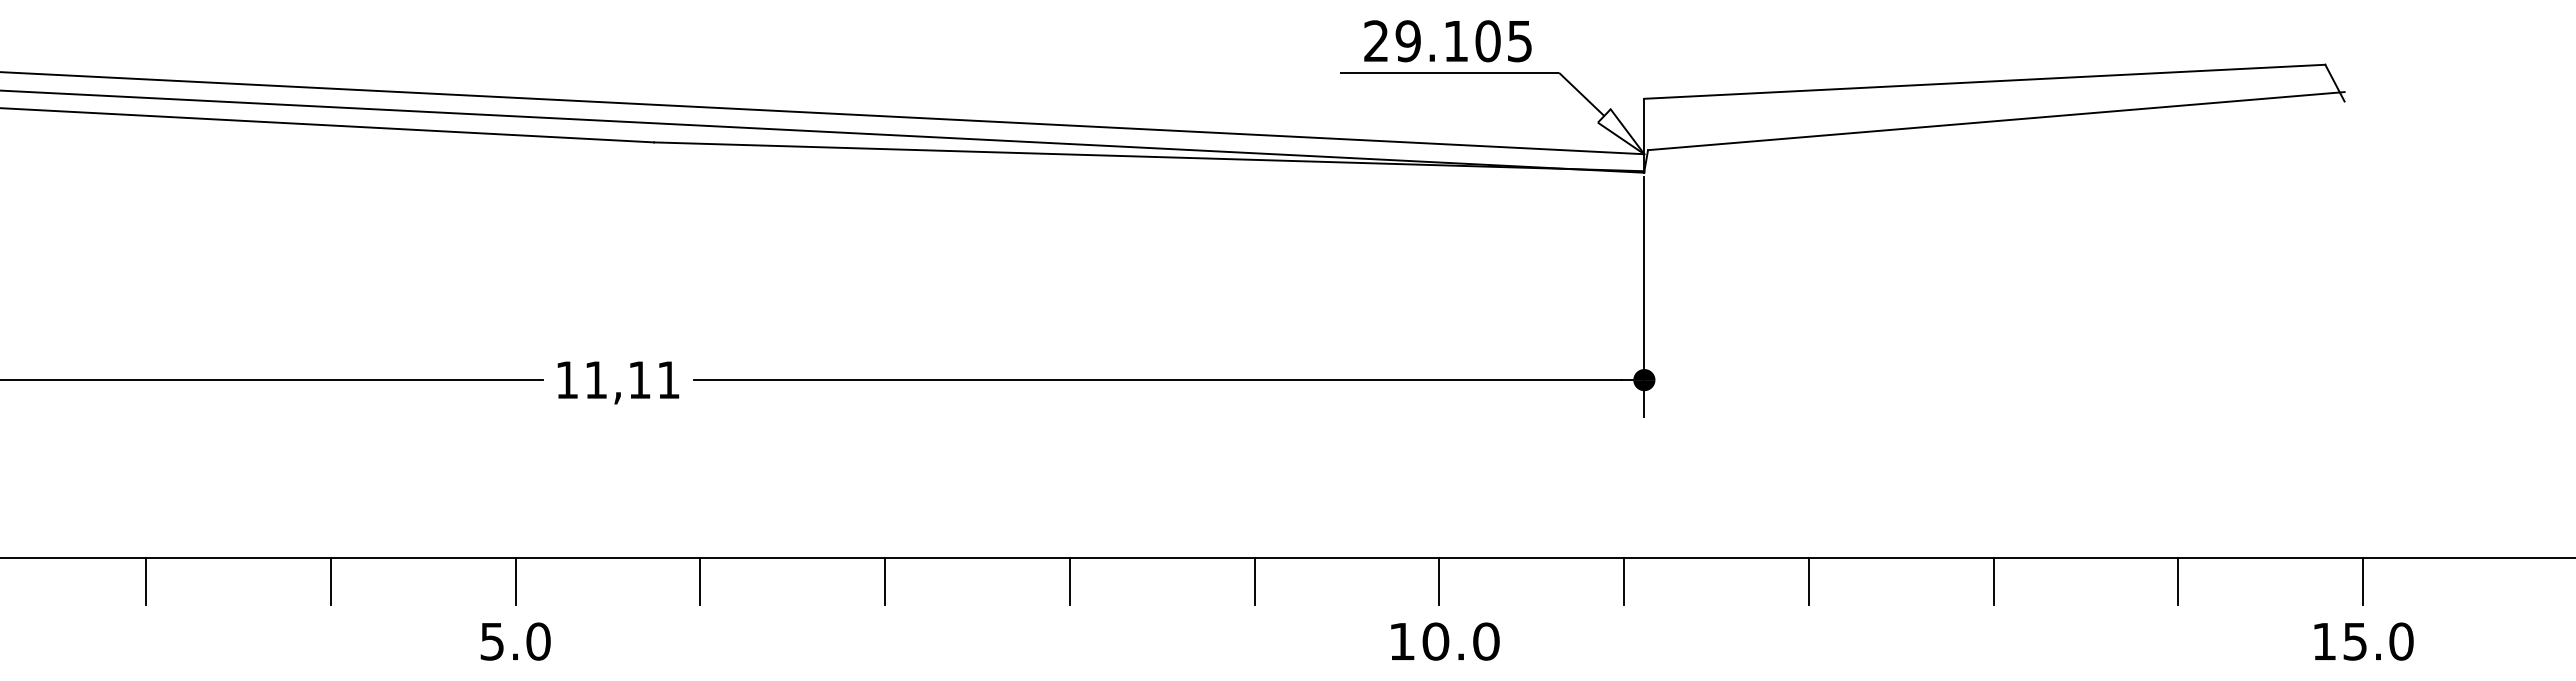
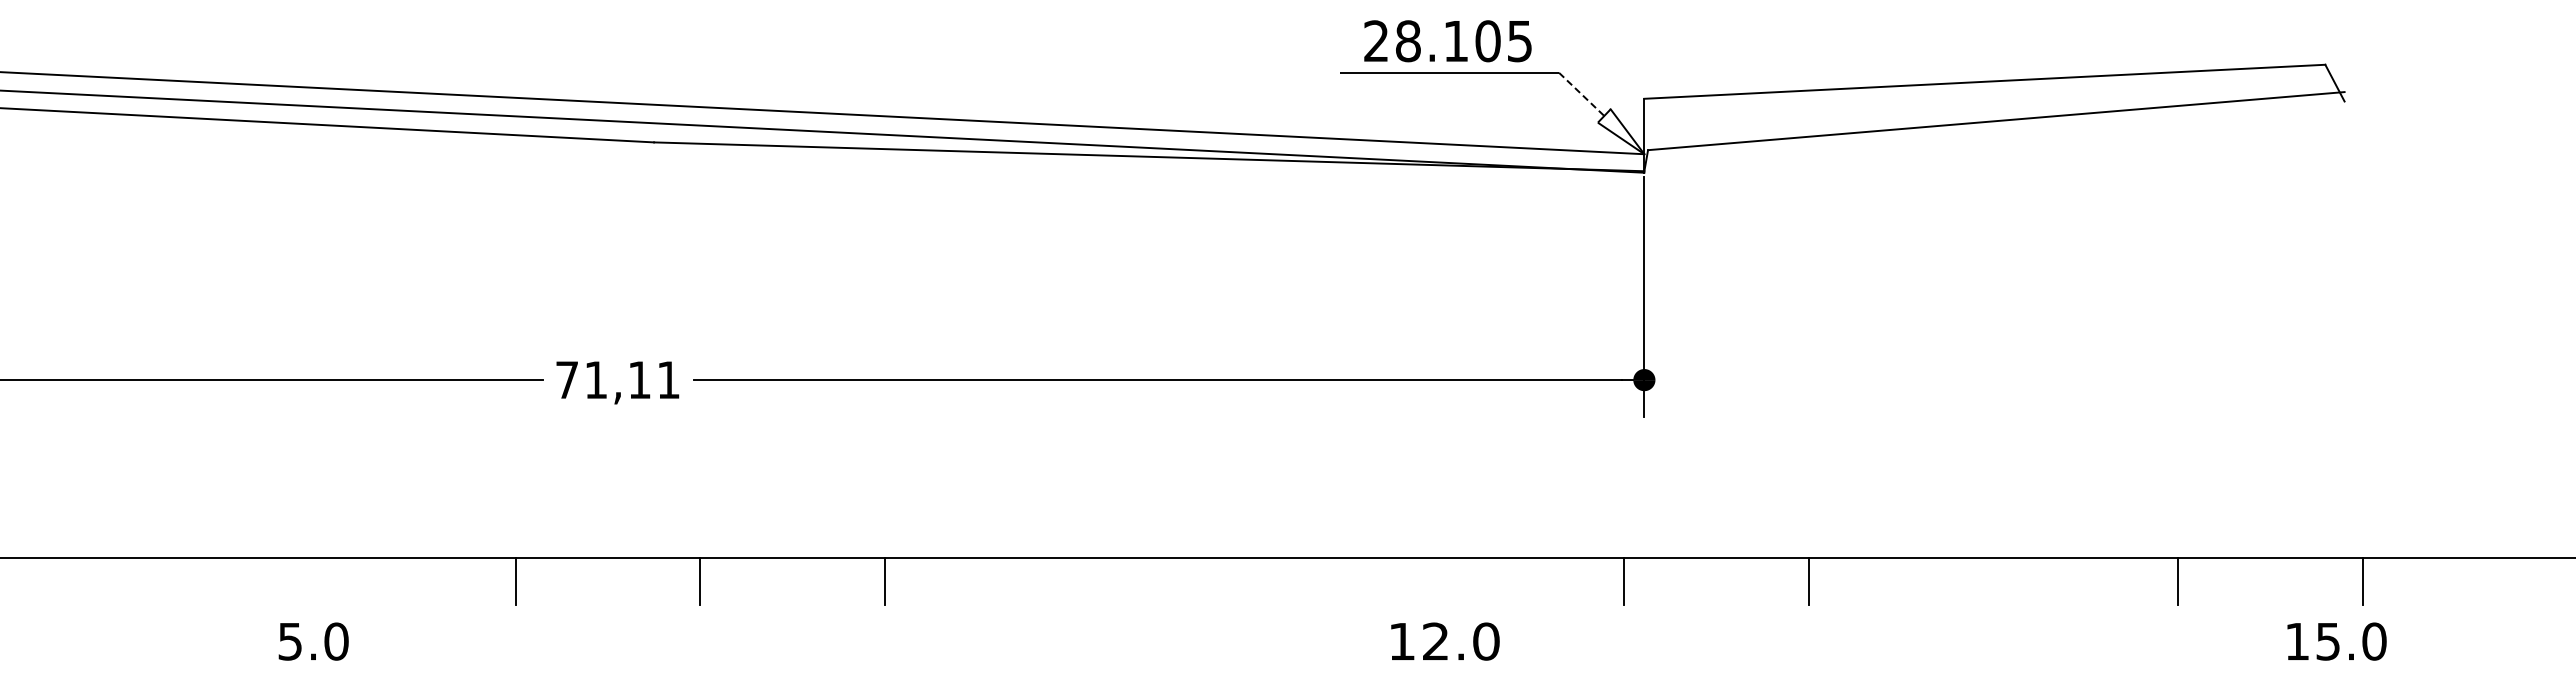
text at (1407, 41): 29.105 -> 28.105
line at (1582, 94): solid -> dashed
text at (566, 379): 11,11 -> 71,11
line at (146, 581): present -> none
line at (330, 581): present -> none
line at (1069, 581): present -> none
line at (1254, 581): present -> none
line at (1439, 581): present -> none
line at (1993, 581): present -> none
text at (515, 641) position: (515, 641) -> (313, 641)
text at (1435, 641): 10.0 -> 12.0
text at (2363, 641) position: (2363, 641) -> (2336, 641)
